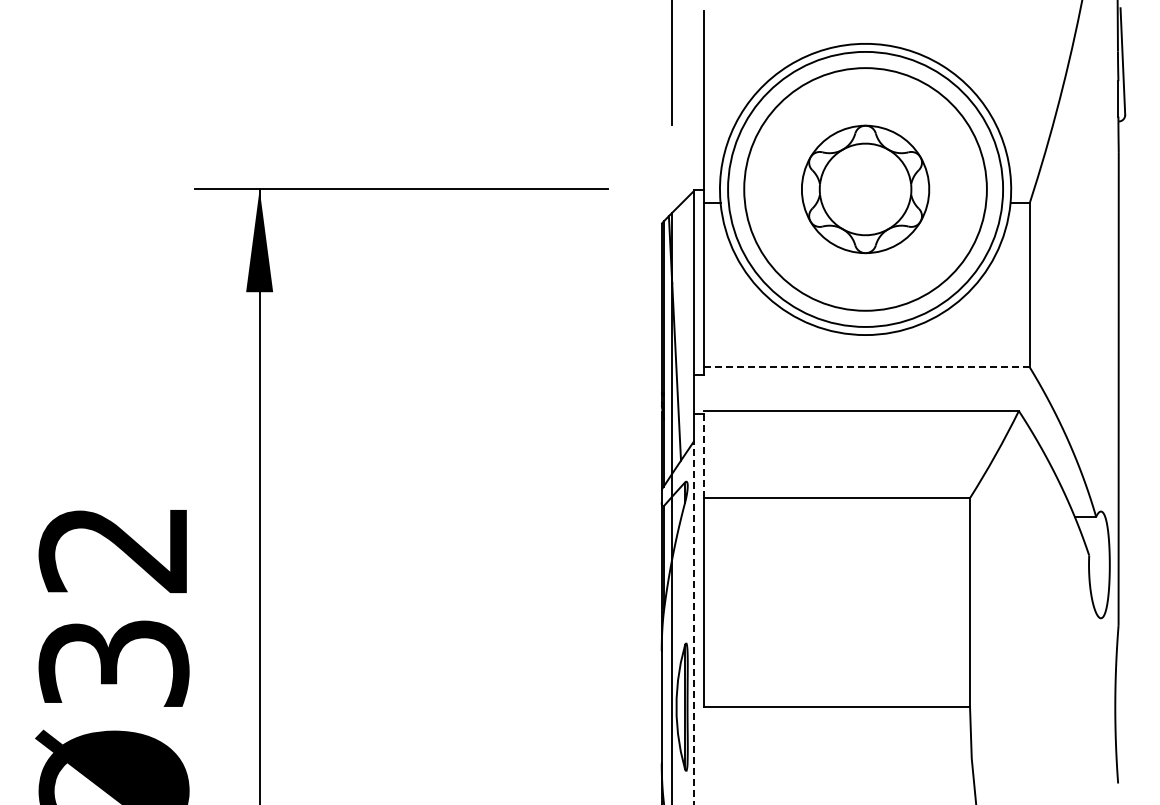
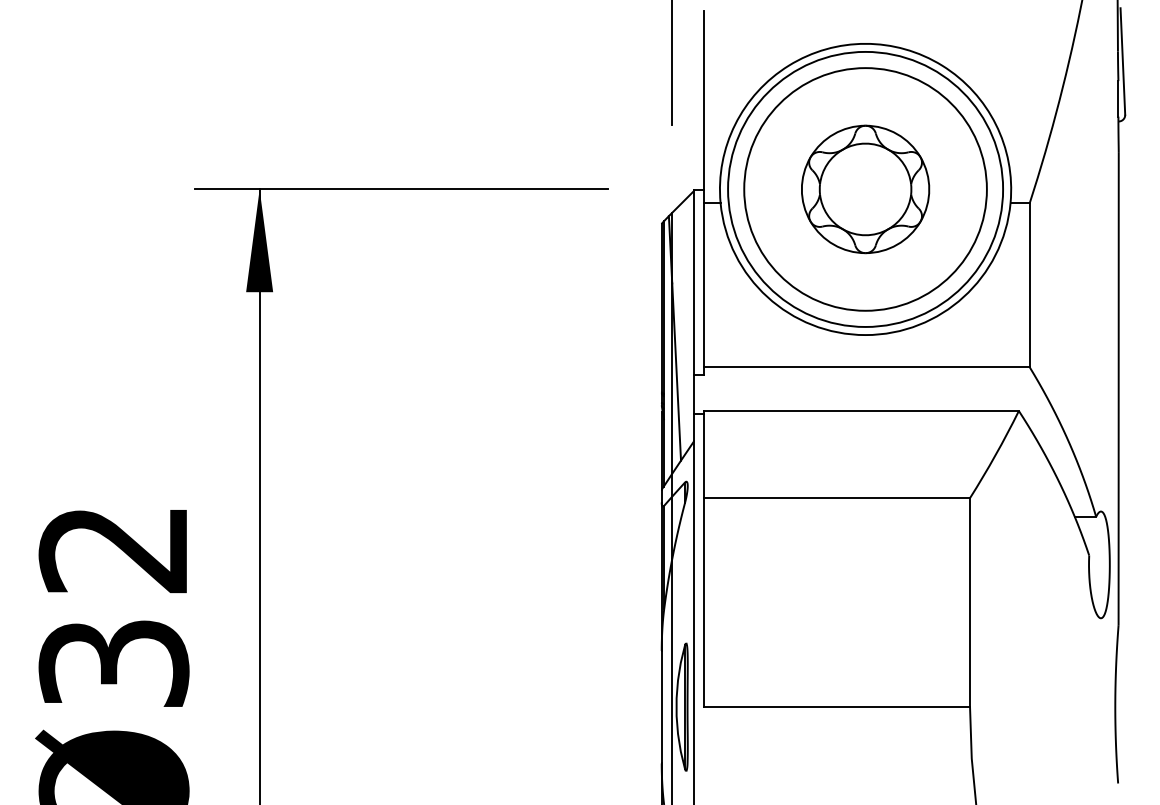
line at (867, 367): dashed -> solid
line at (703, 454): dashed -> solid
line at (694, 623): dashed -> solid
